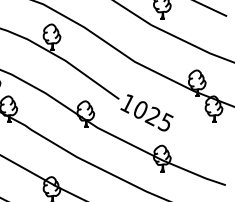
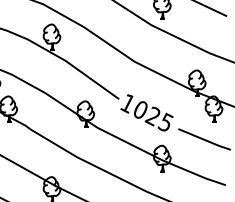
line at (204, 139): none -> present
